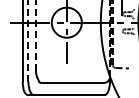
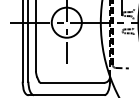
line at (35, 35): dashed -> solid
line at (28, 40): dashed -> solid
